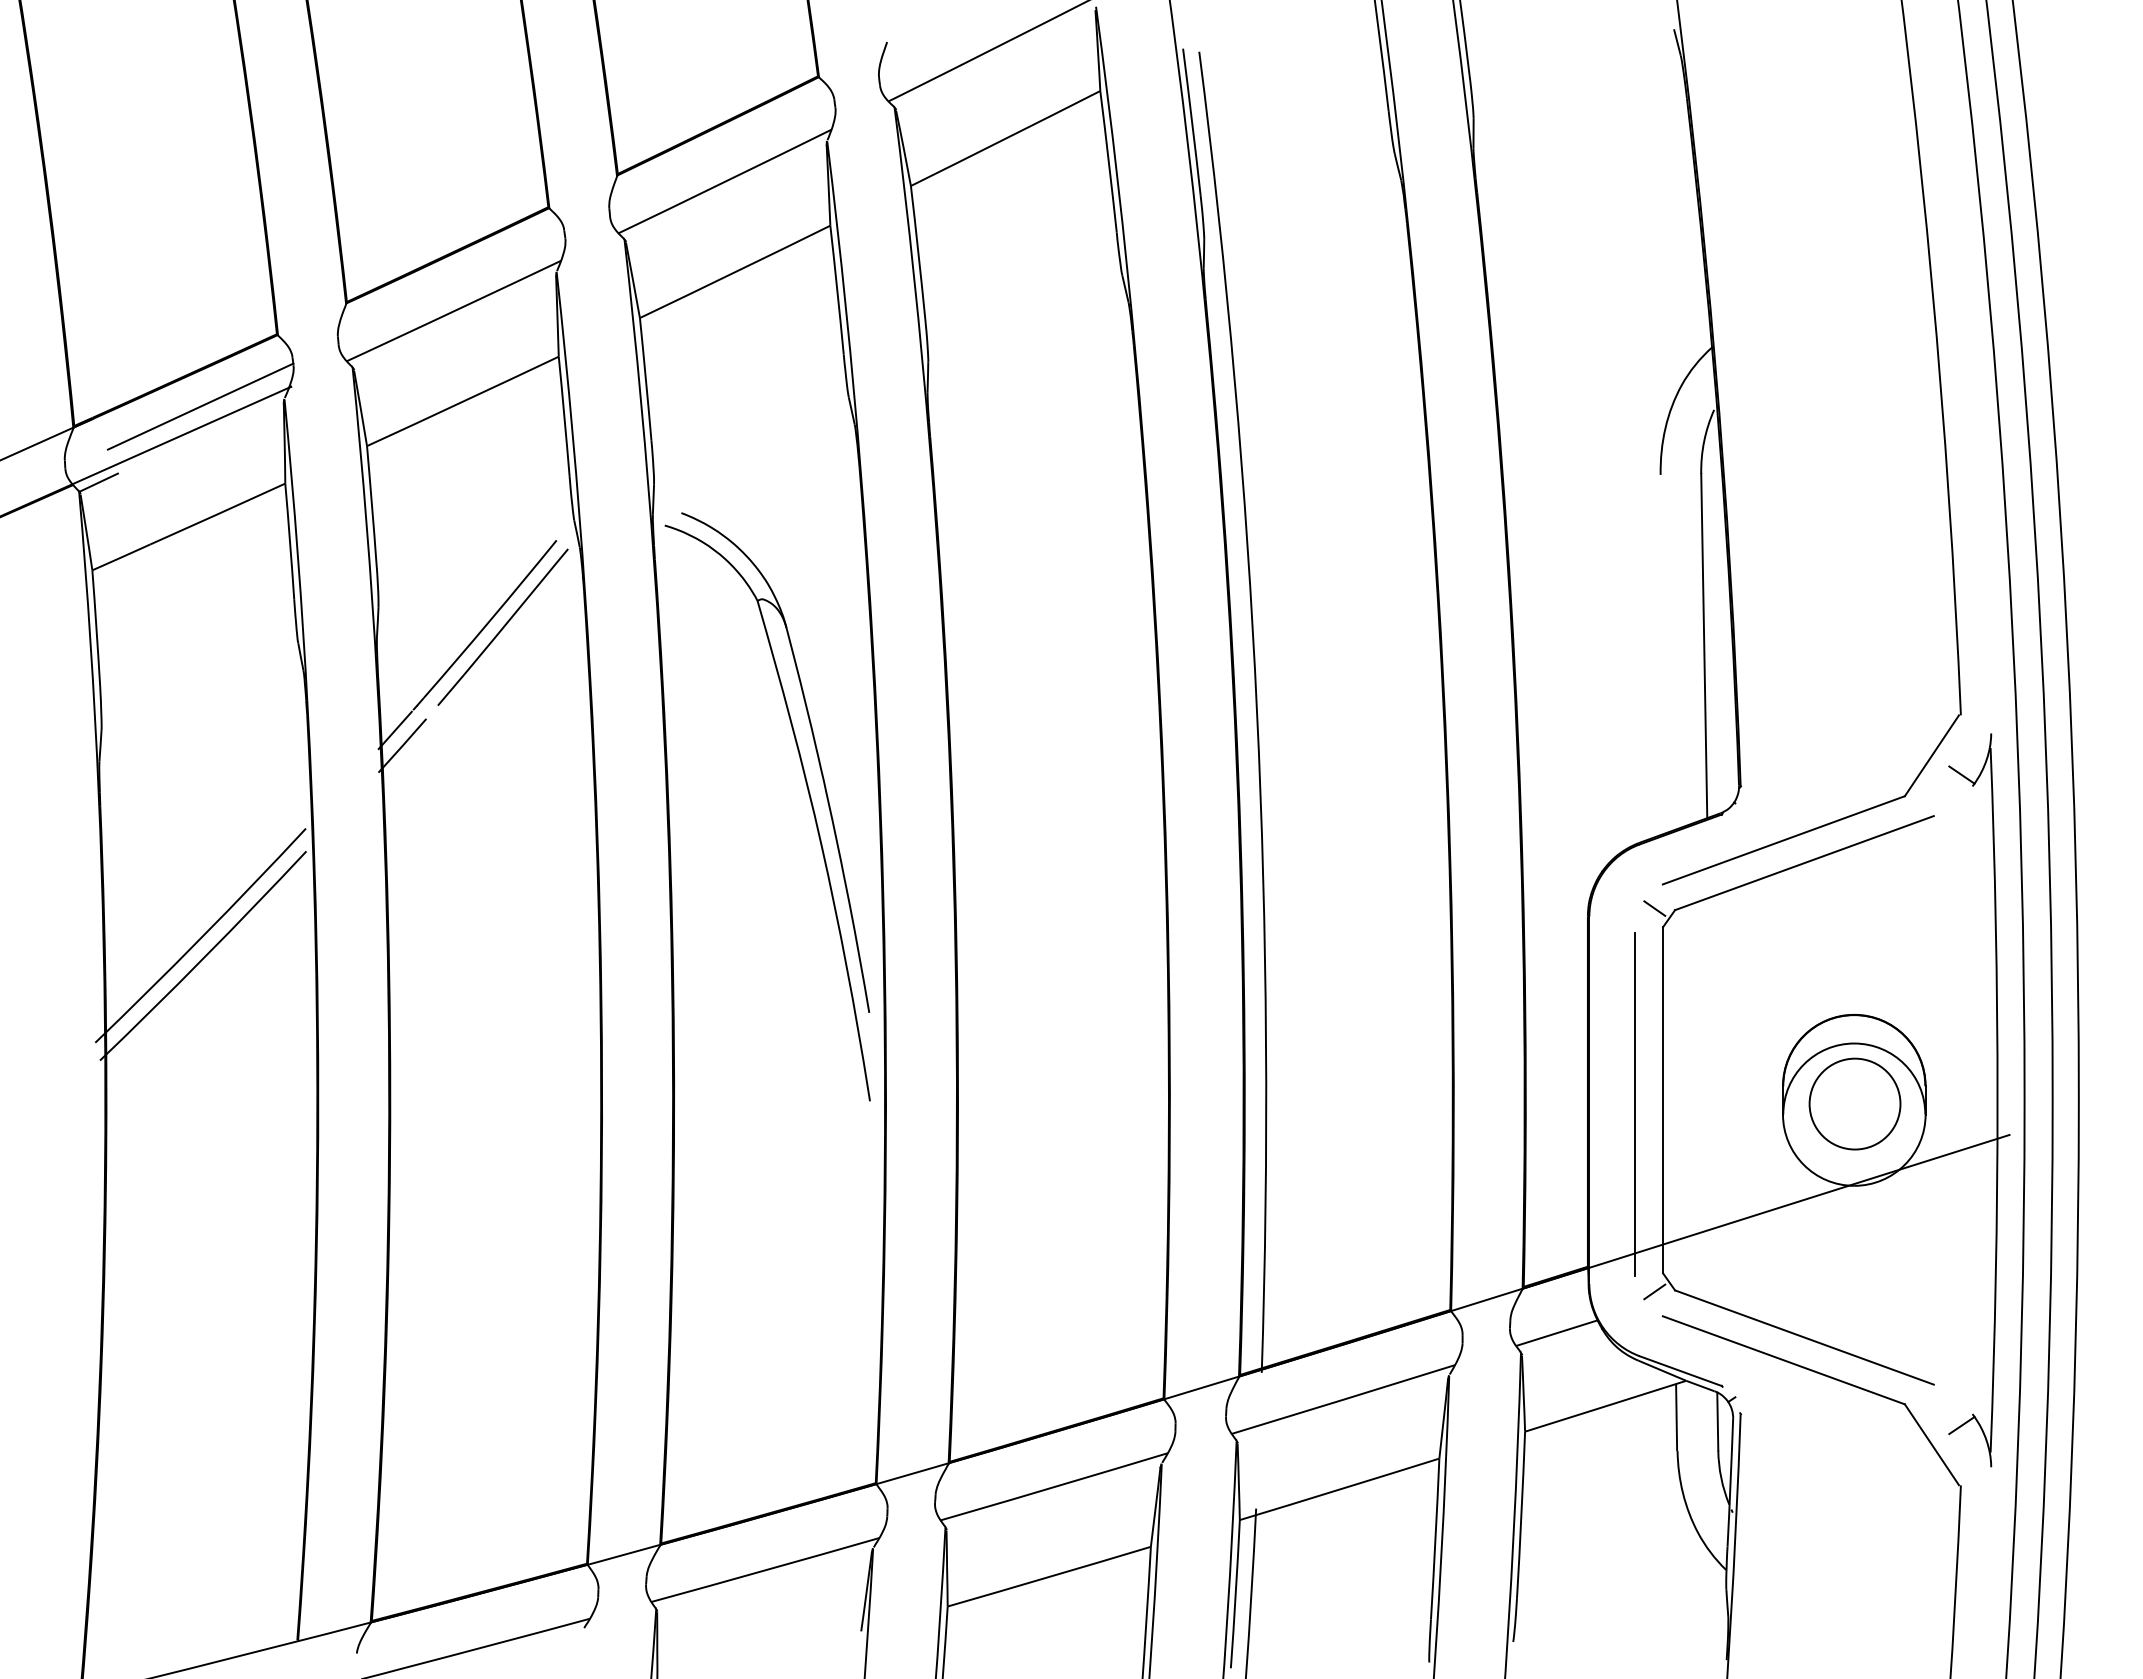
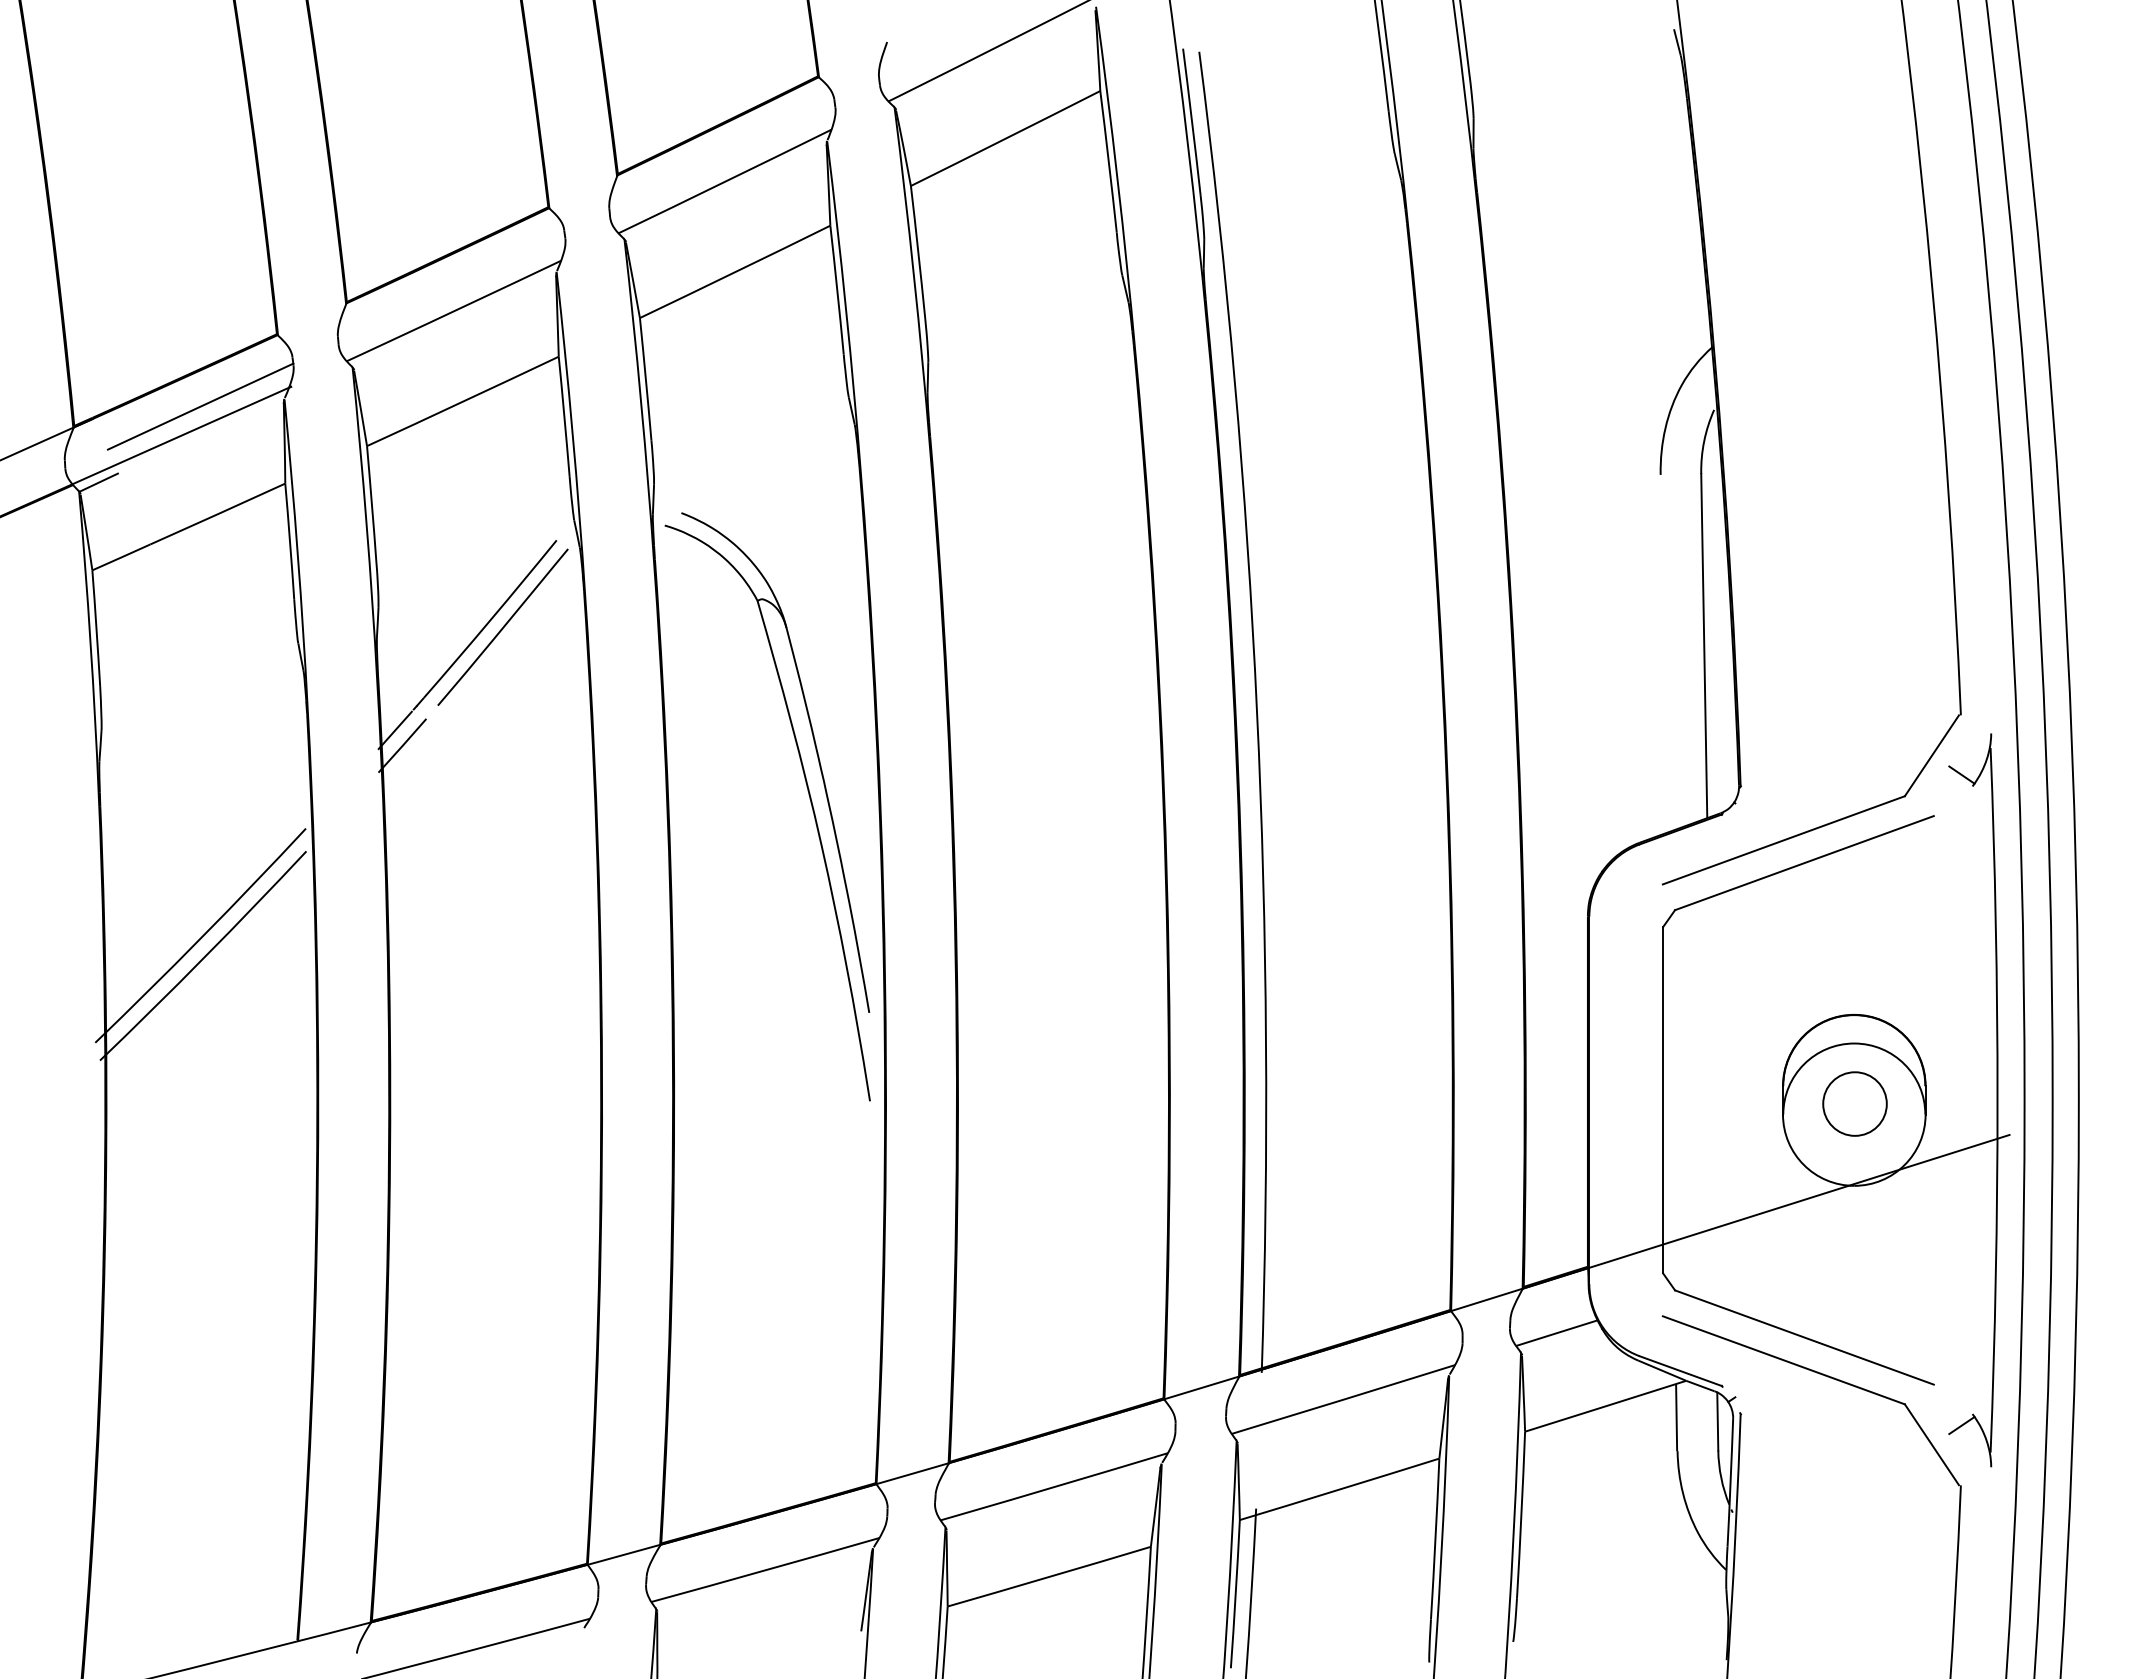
line at (1654, 908): present -> none
circle at (1854, 1103) size: 94x94 px -> 66x66 px
line at (1634, 1104): present -> none
line at (1654, 1291): present -> none
